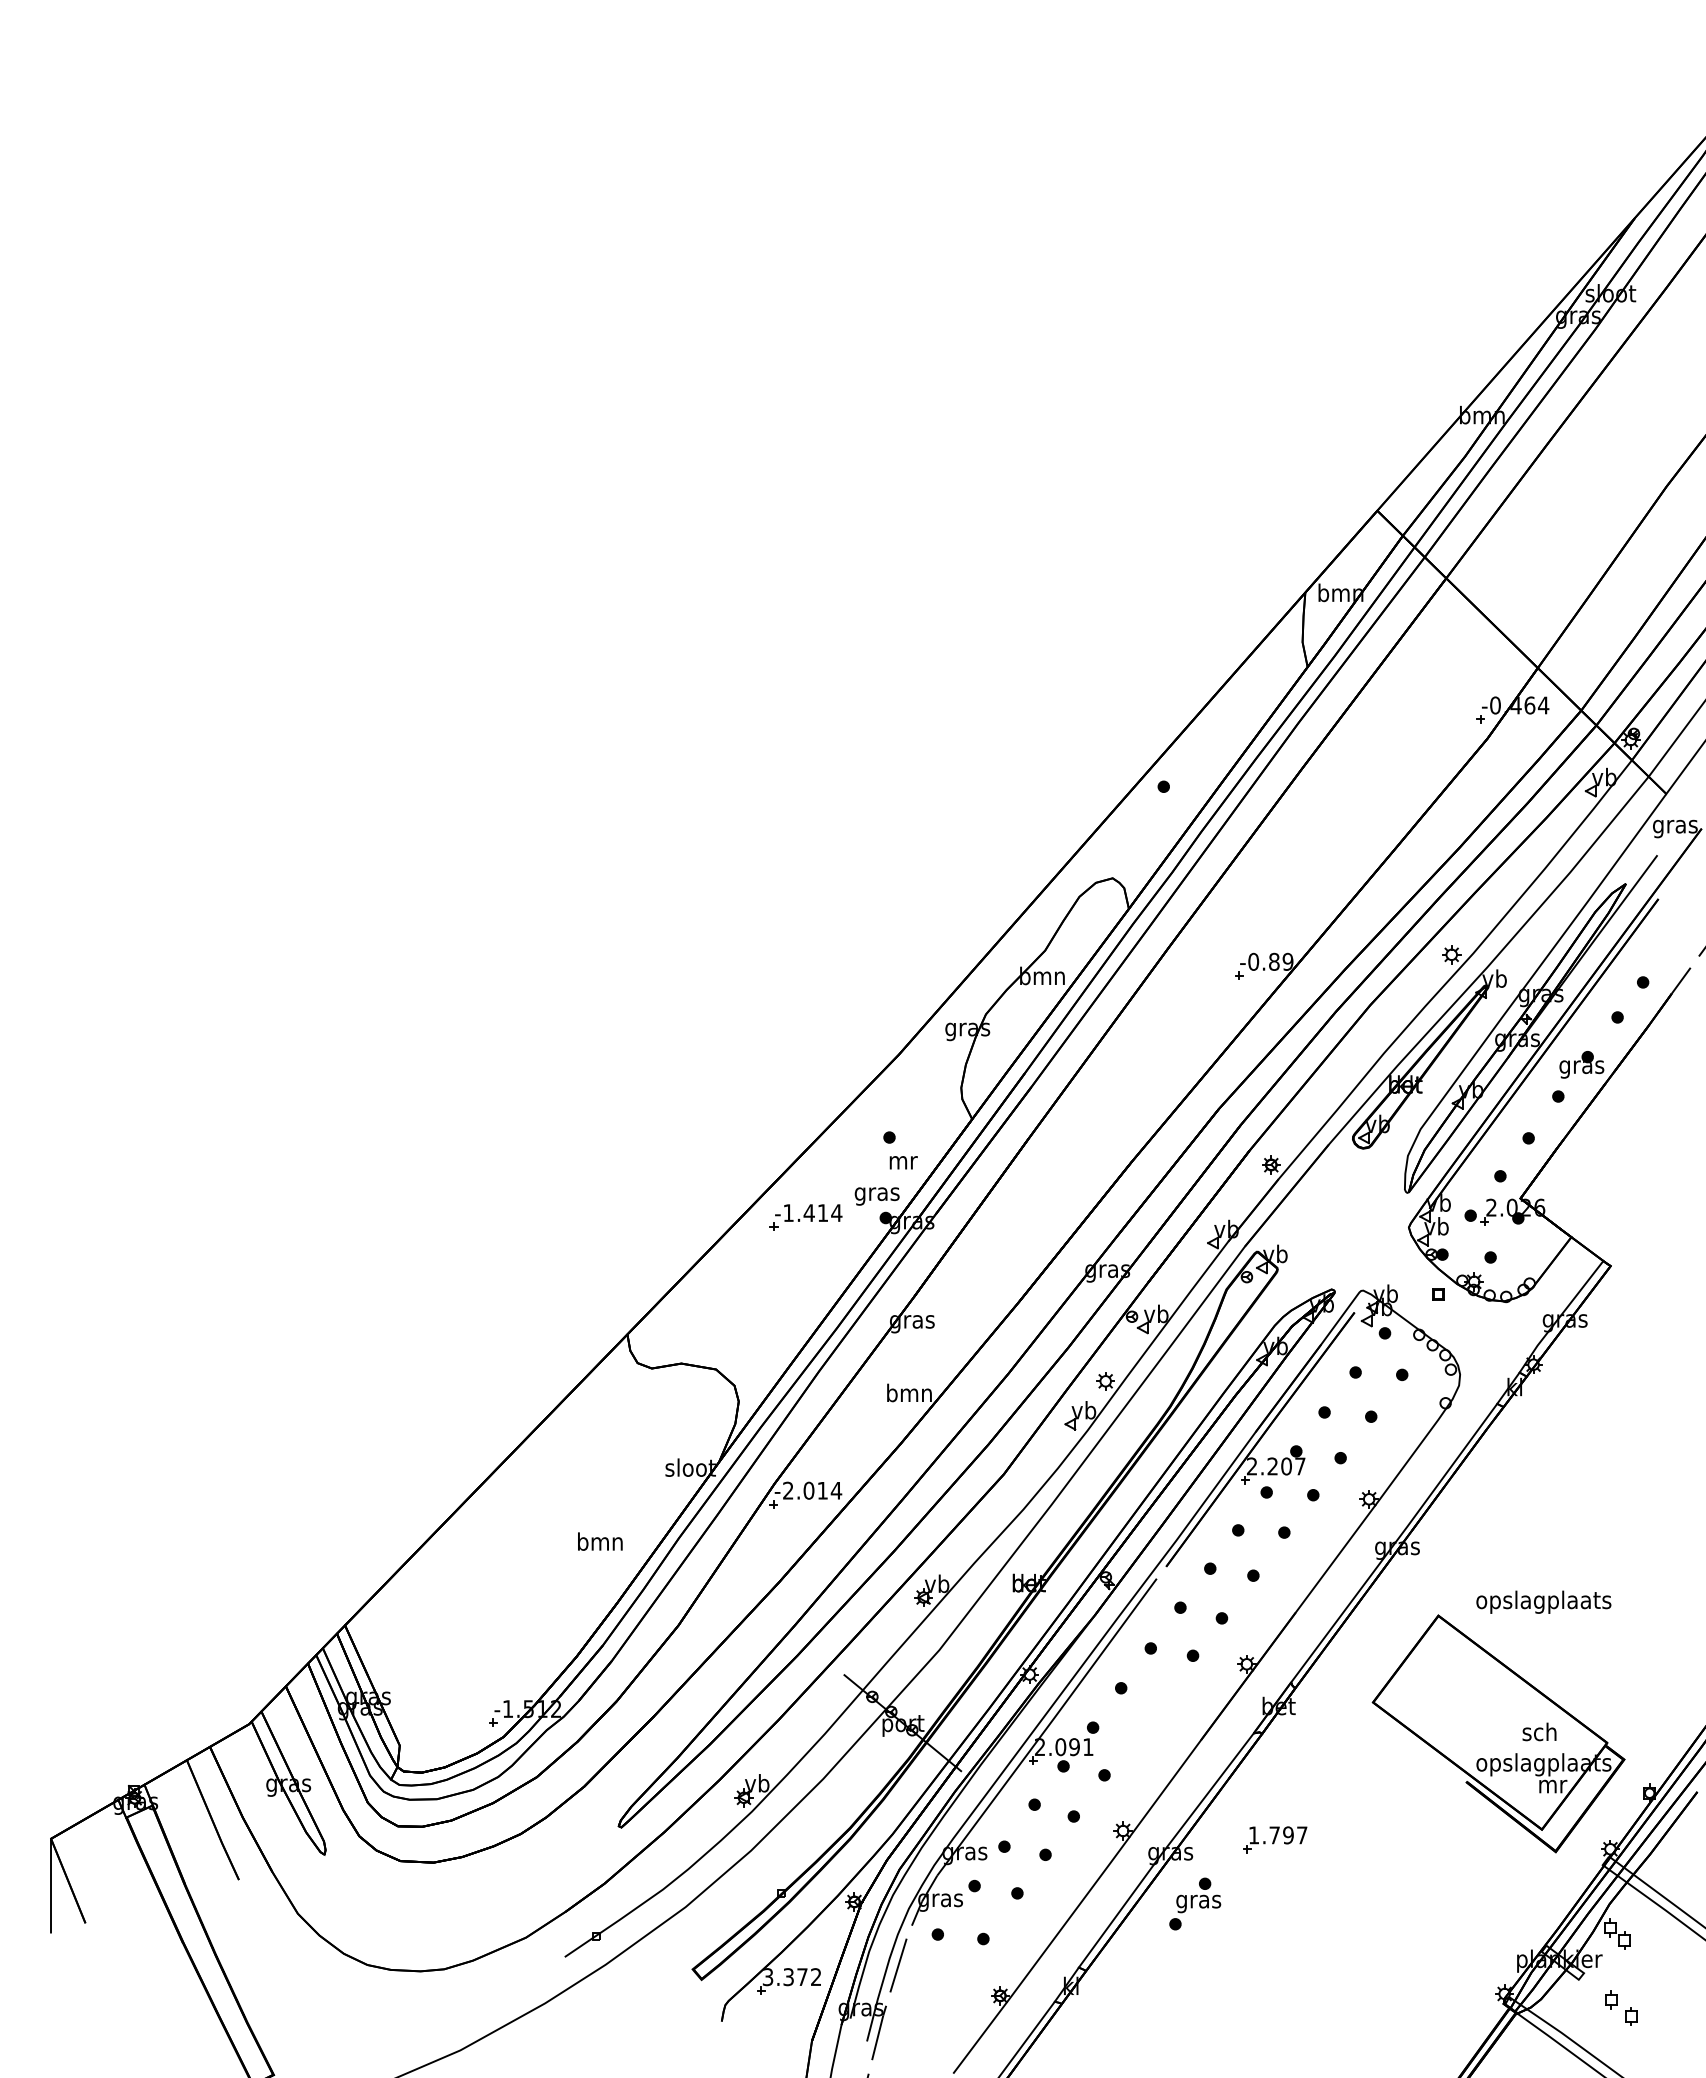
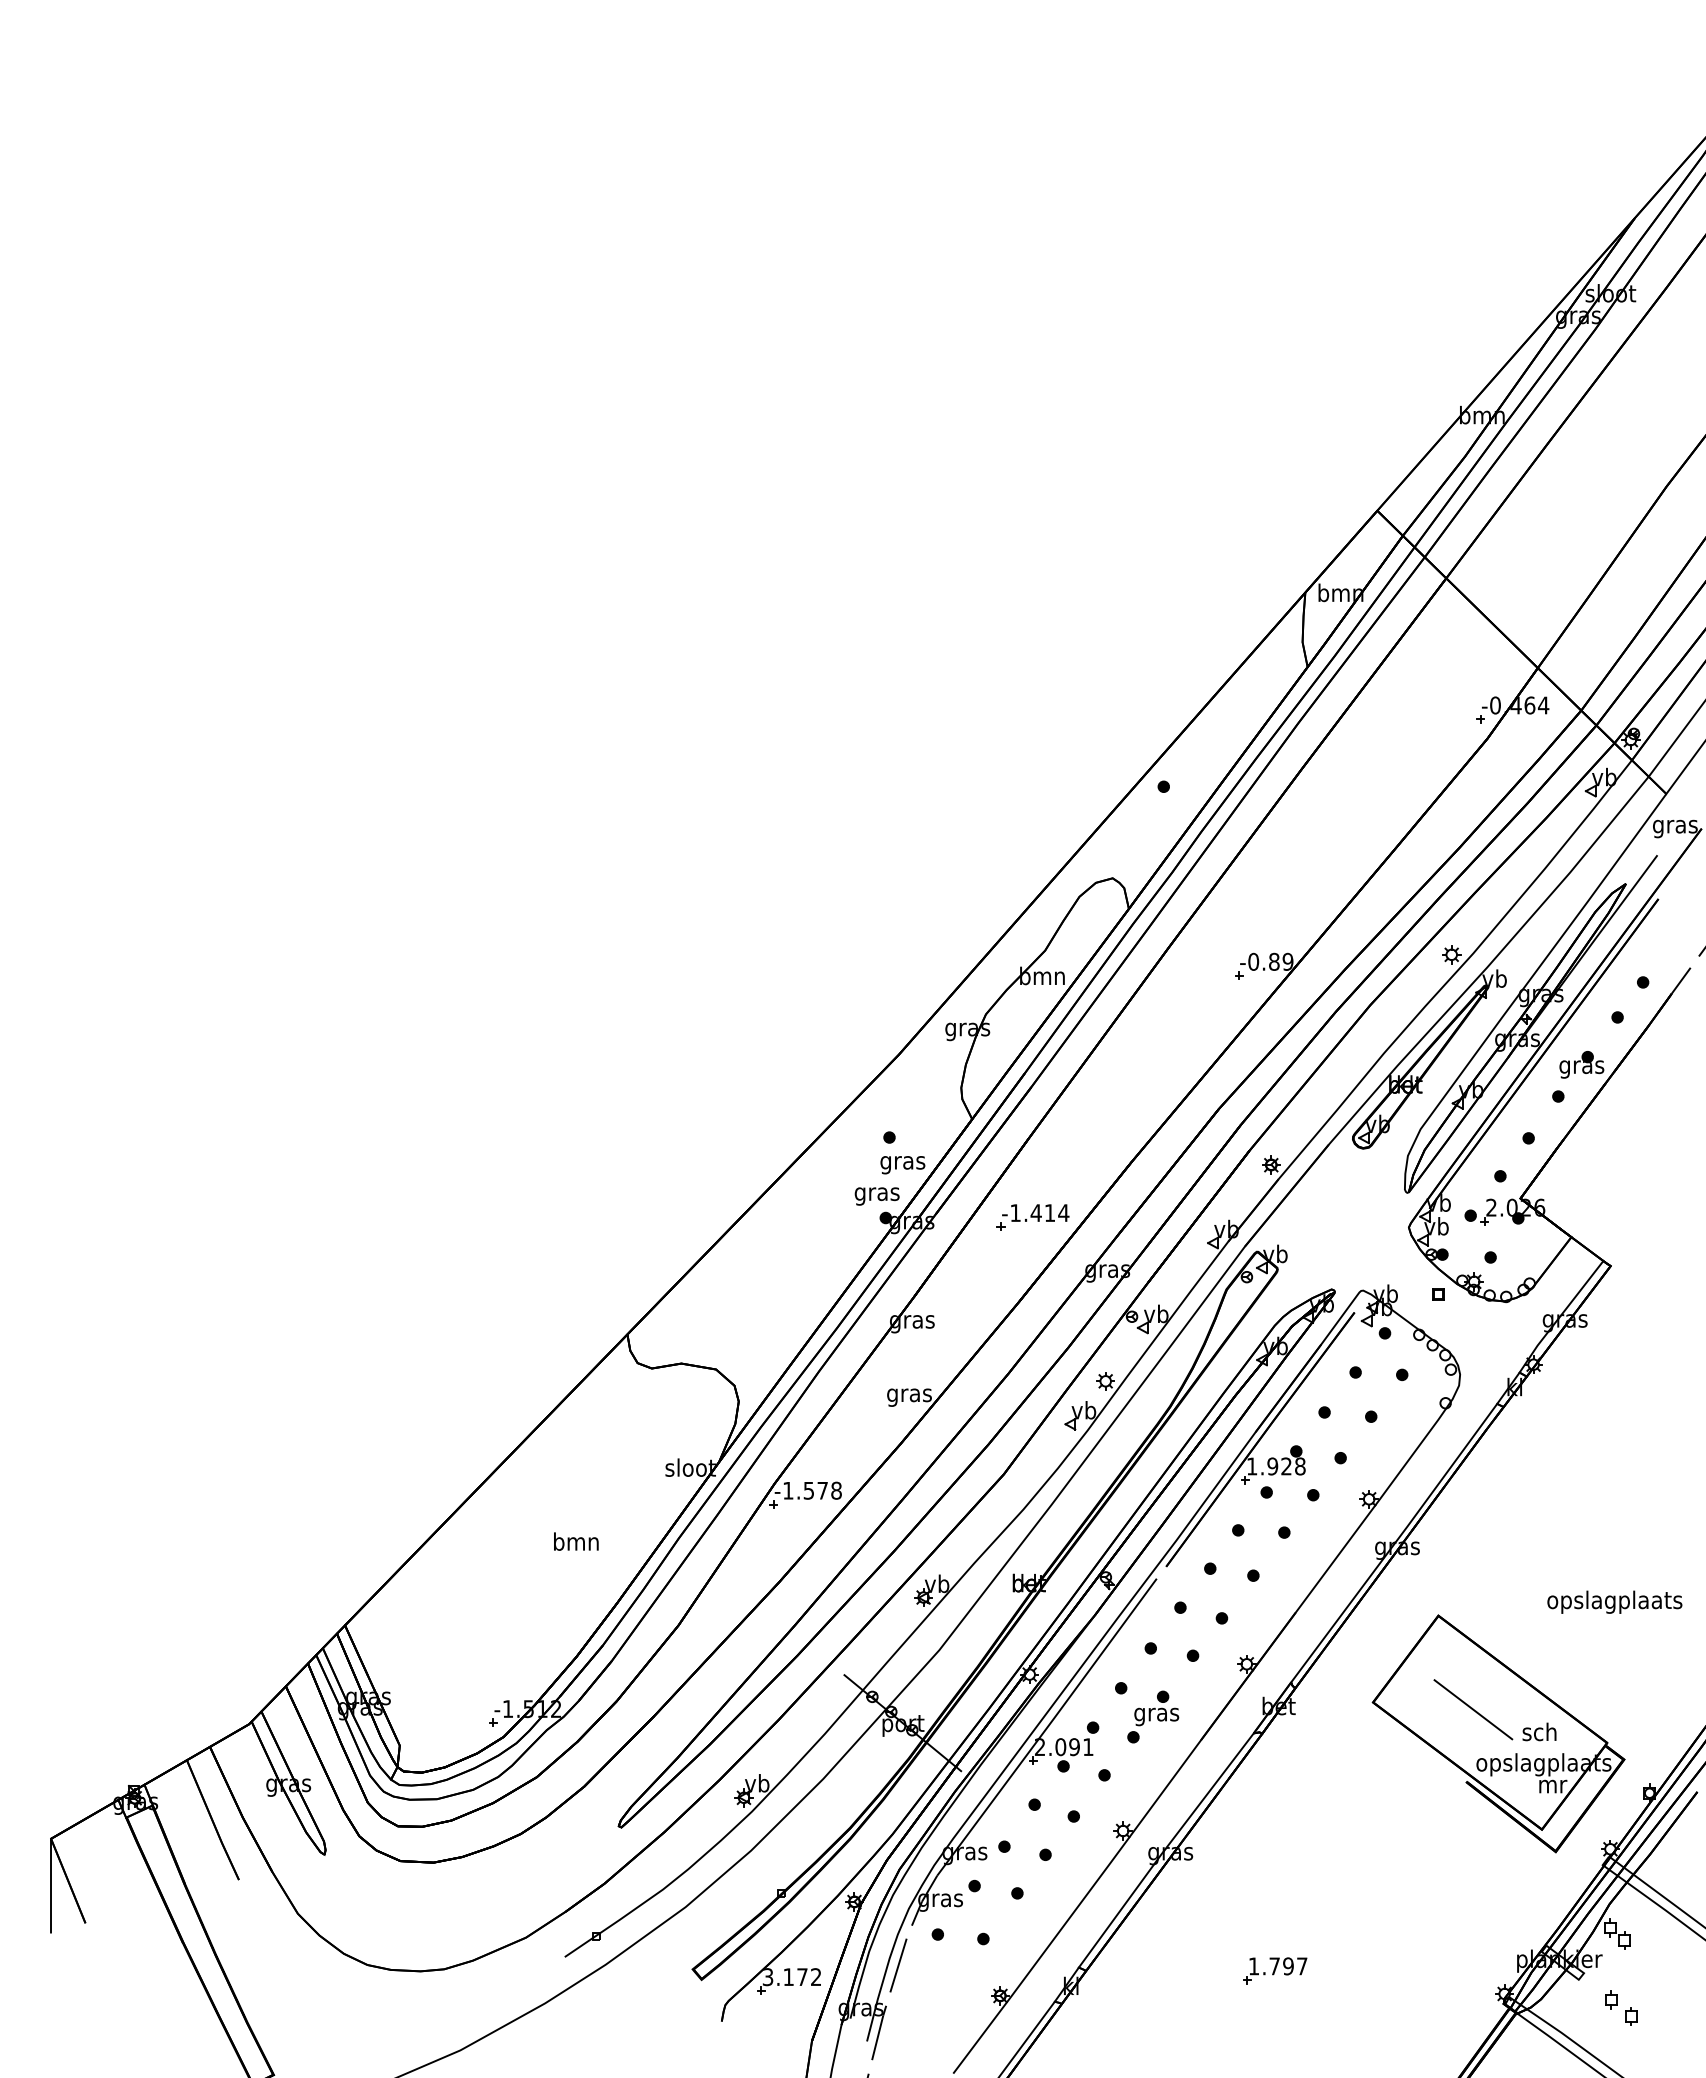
text at (902, 1165): mr -> gras
part at (805, 1217) position: (805, 1217) -> (1032, 1217)
text at (909, 1394): bmn -> gras
text at (1276, 1466): 2.207 -> 1.928
text at (812, 1490): -2.014 -> -1.578
text at (600, 1541) position: (600, 1541) -> (576, 1541)
text at (1543, 1601) position: (1543, 1601) -> (1614, 1601)
line at (1473, 1709): none -> present
part at (1275, 1839) position: (1275, 1839) -> (1275, 1970)
part at (1195, 1903) position: (1195, 1903) -> (1153, 1716)
text at (788, 1977): 3.372 -> 3.172
